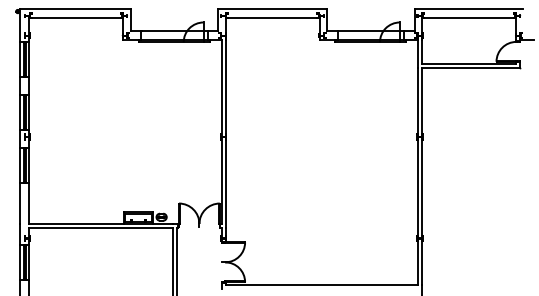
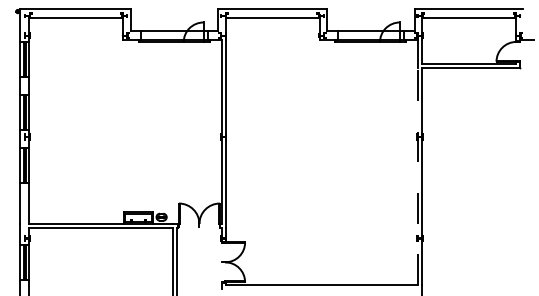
line at (417, 176): solid -> dashed
